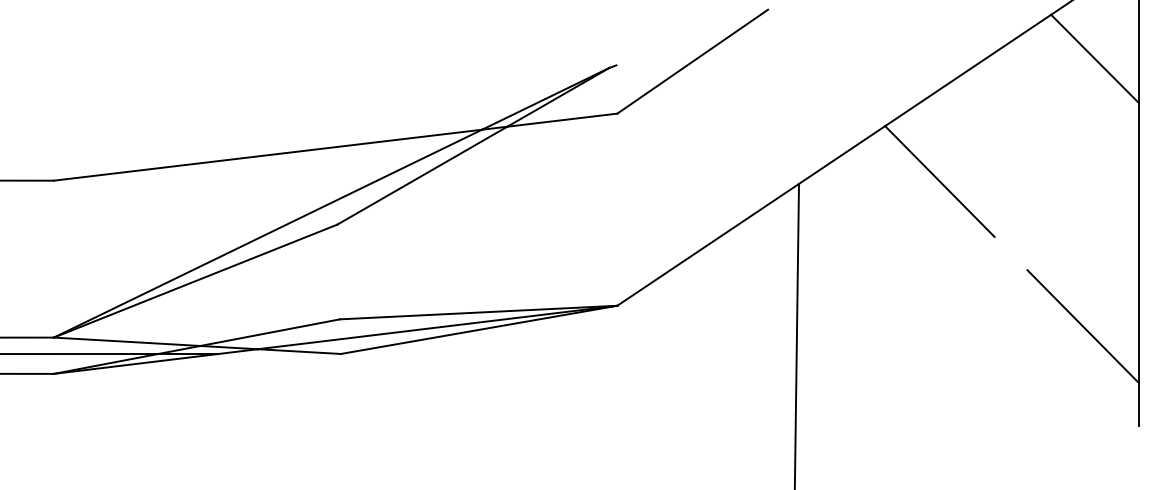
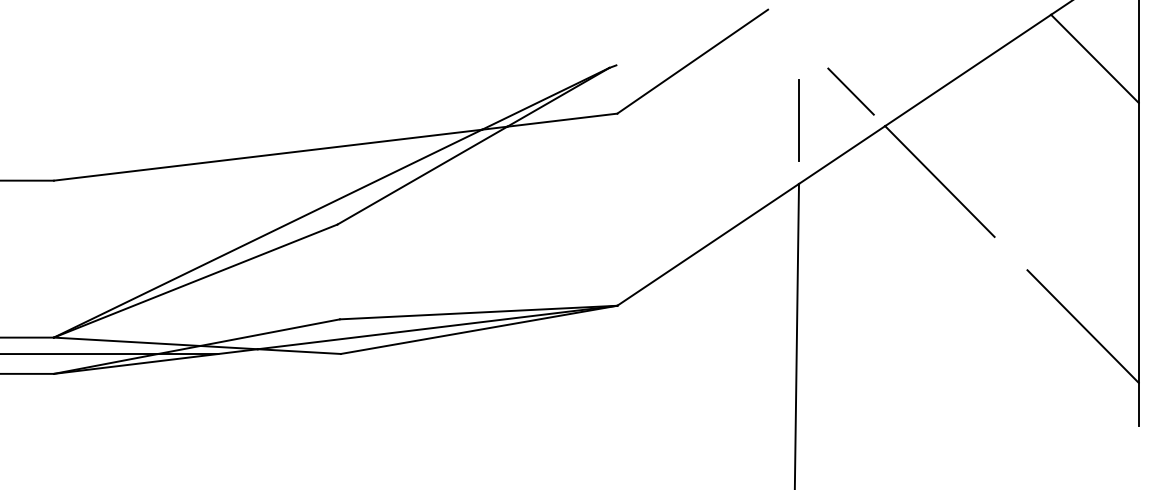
line at (850, 91): none -> present
line at (798, 120): none -> present
